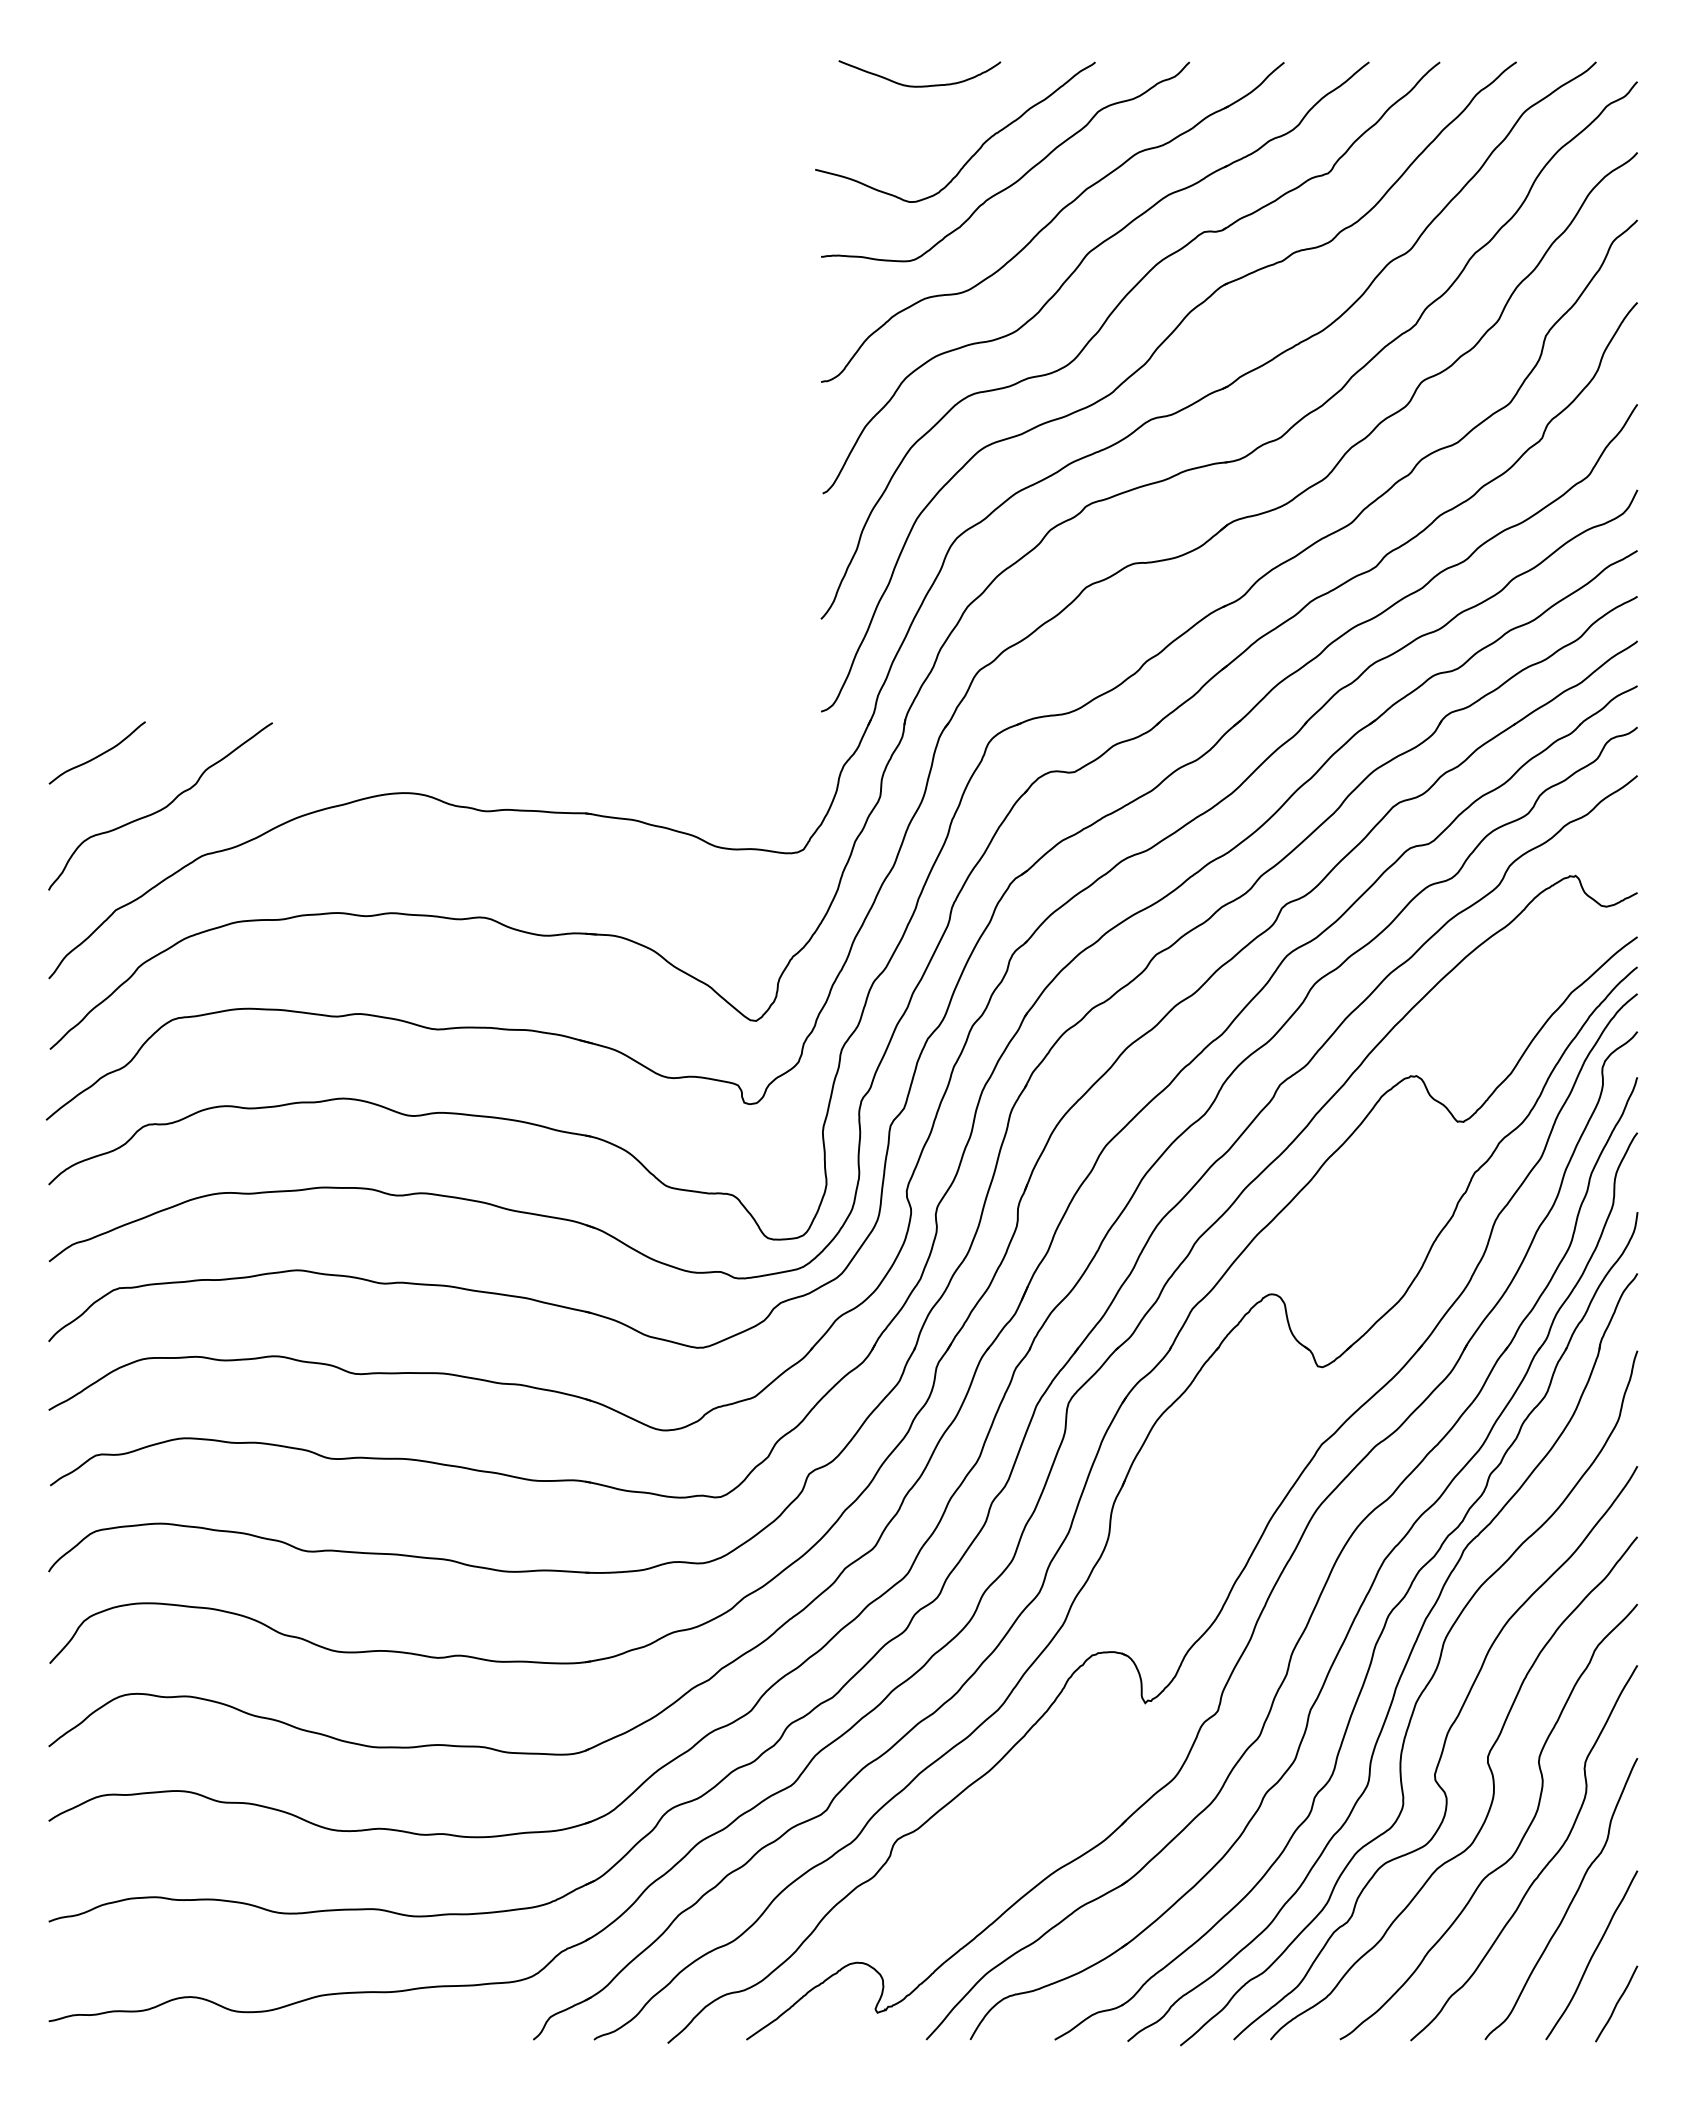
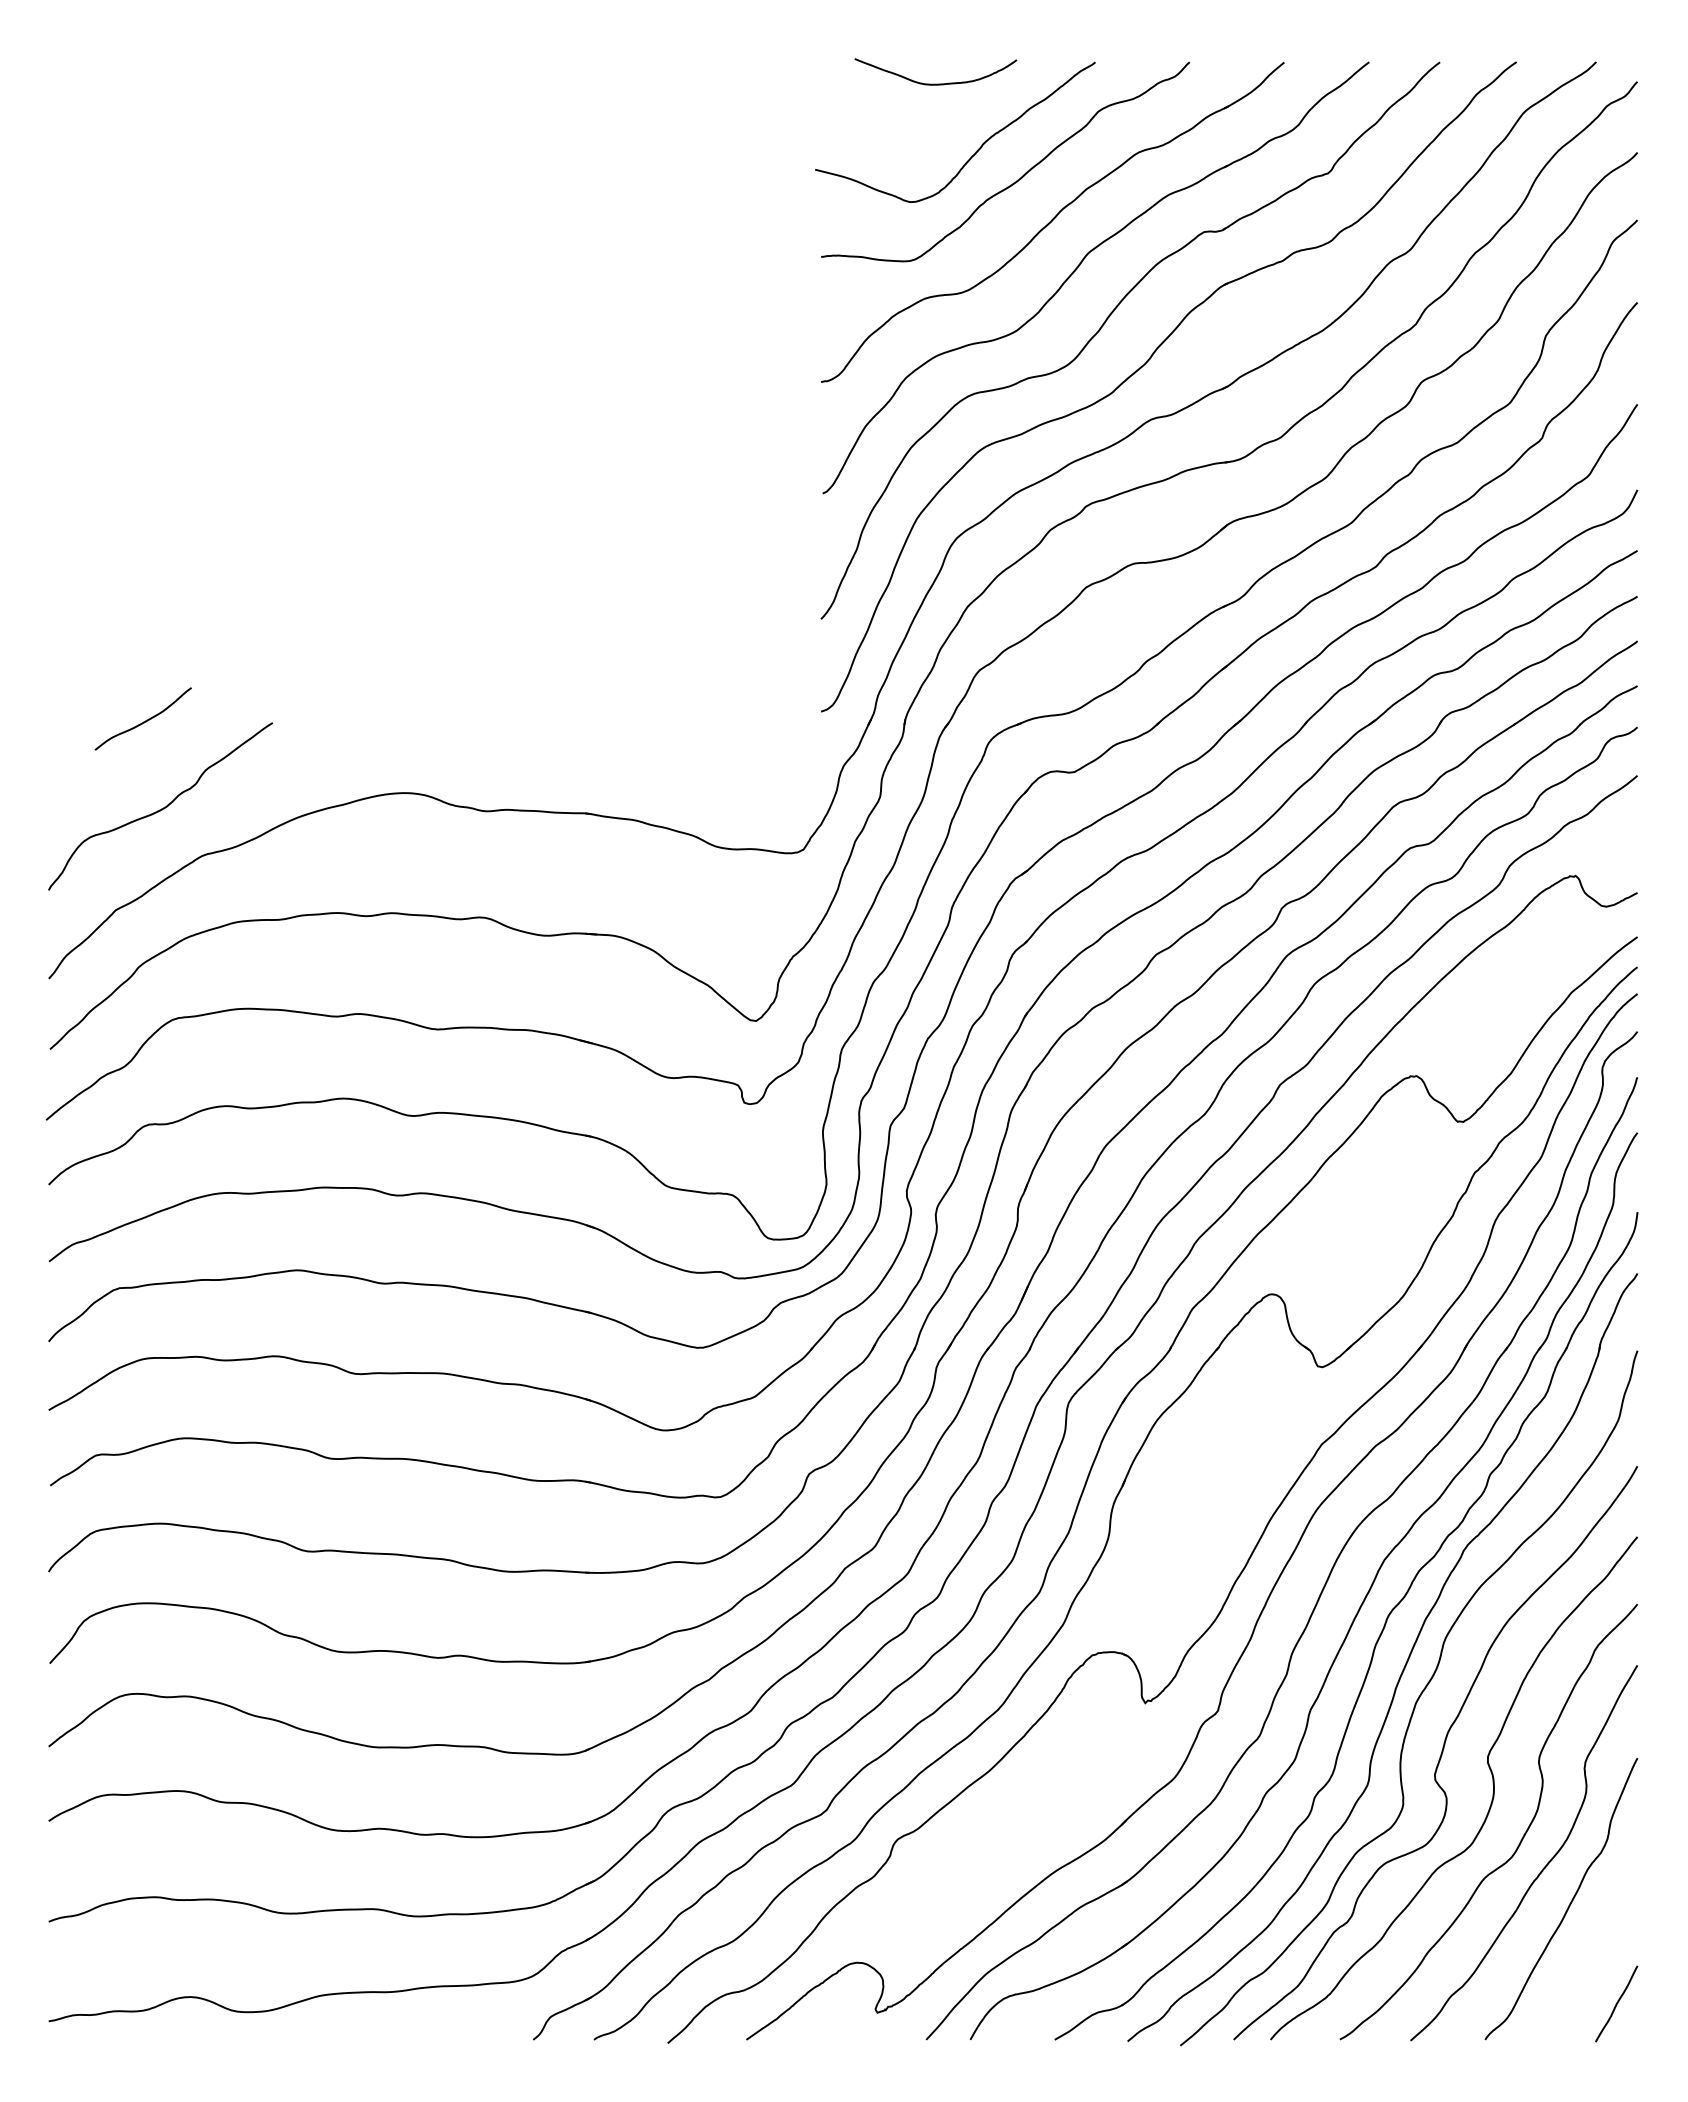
curve at (919, 85) position: (919, 85) -> (935, 83)
curve at (97, 755) position: (97, 755) -> (143, 721)
curve at (1591, 1955): present -> none
